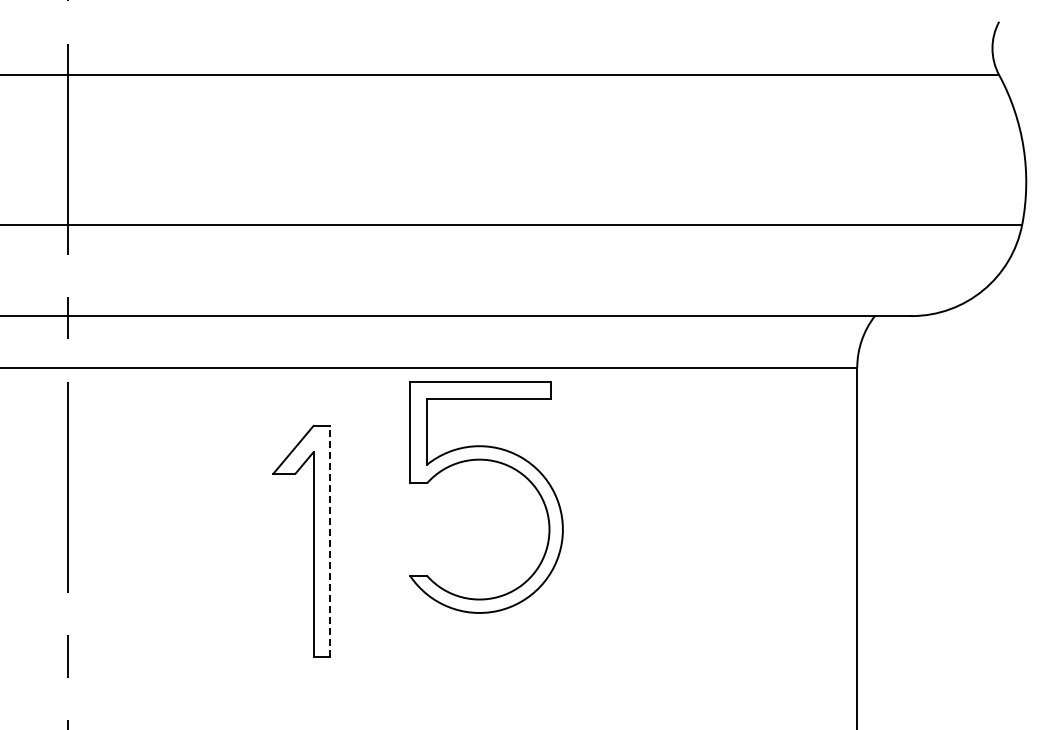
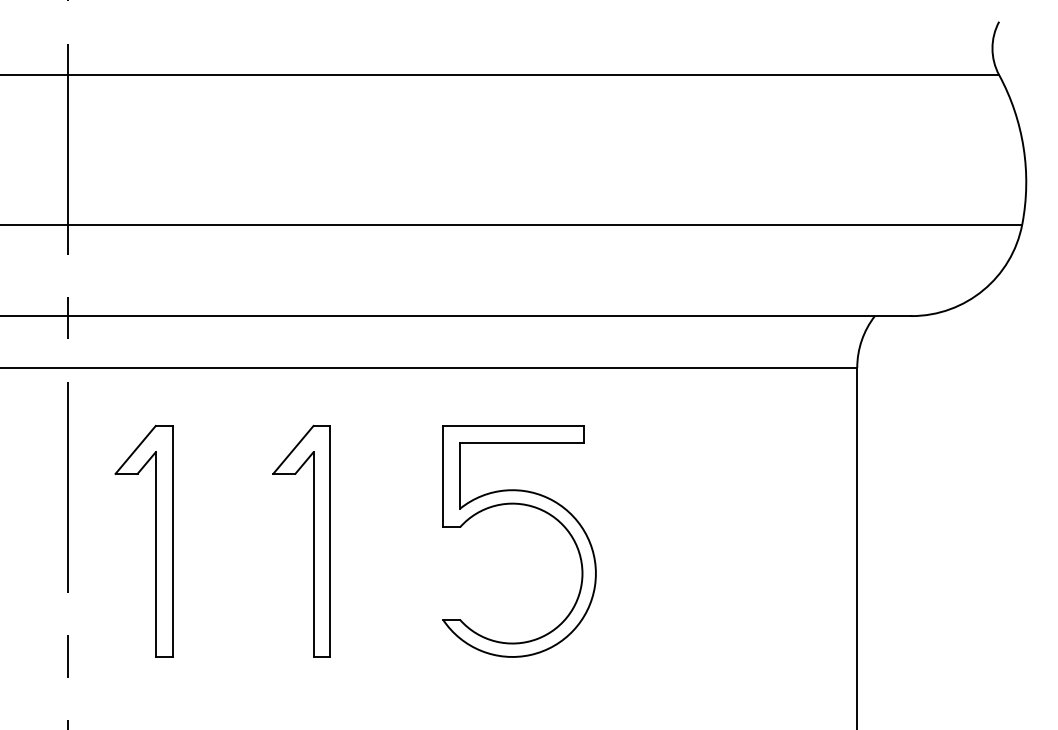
part at (494, 462) position: (494, 462) -> (527, 506)
part at (155, 540): none -> present
line at (330, 541): dashed -> solid
